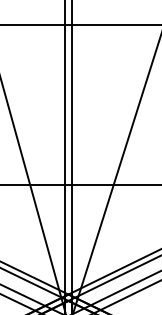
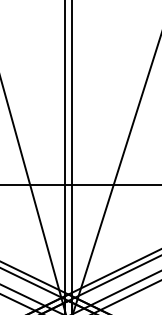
line at (80, 24): present -> none
